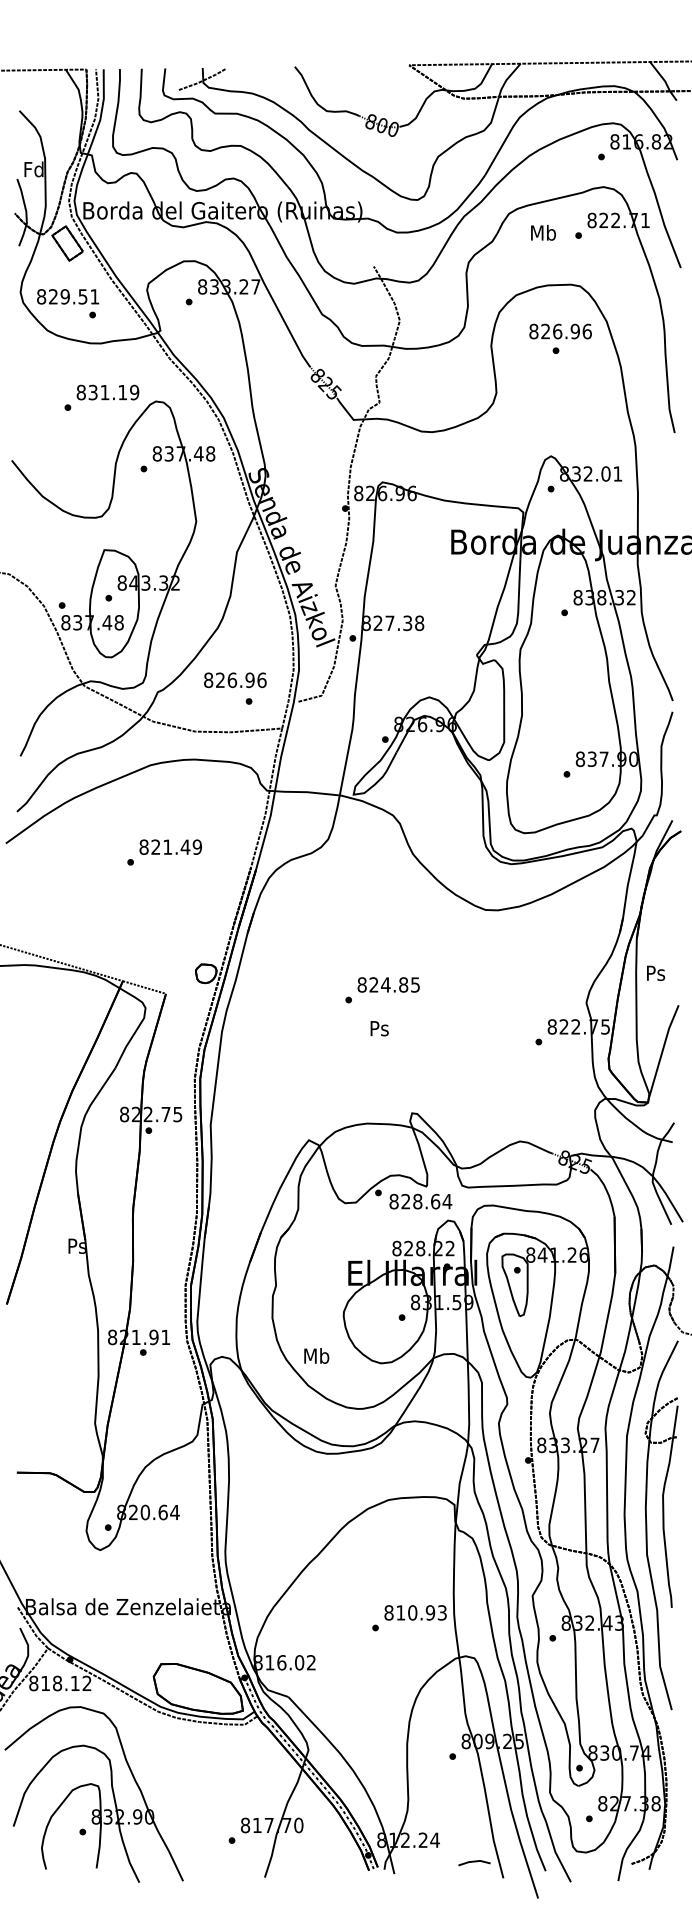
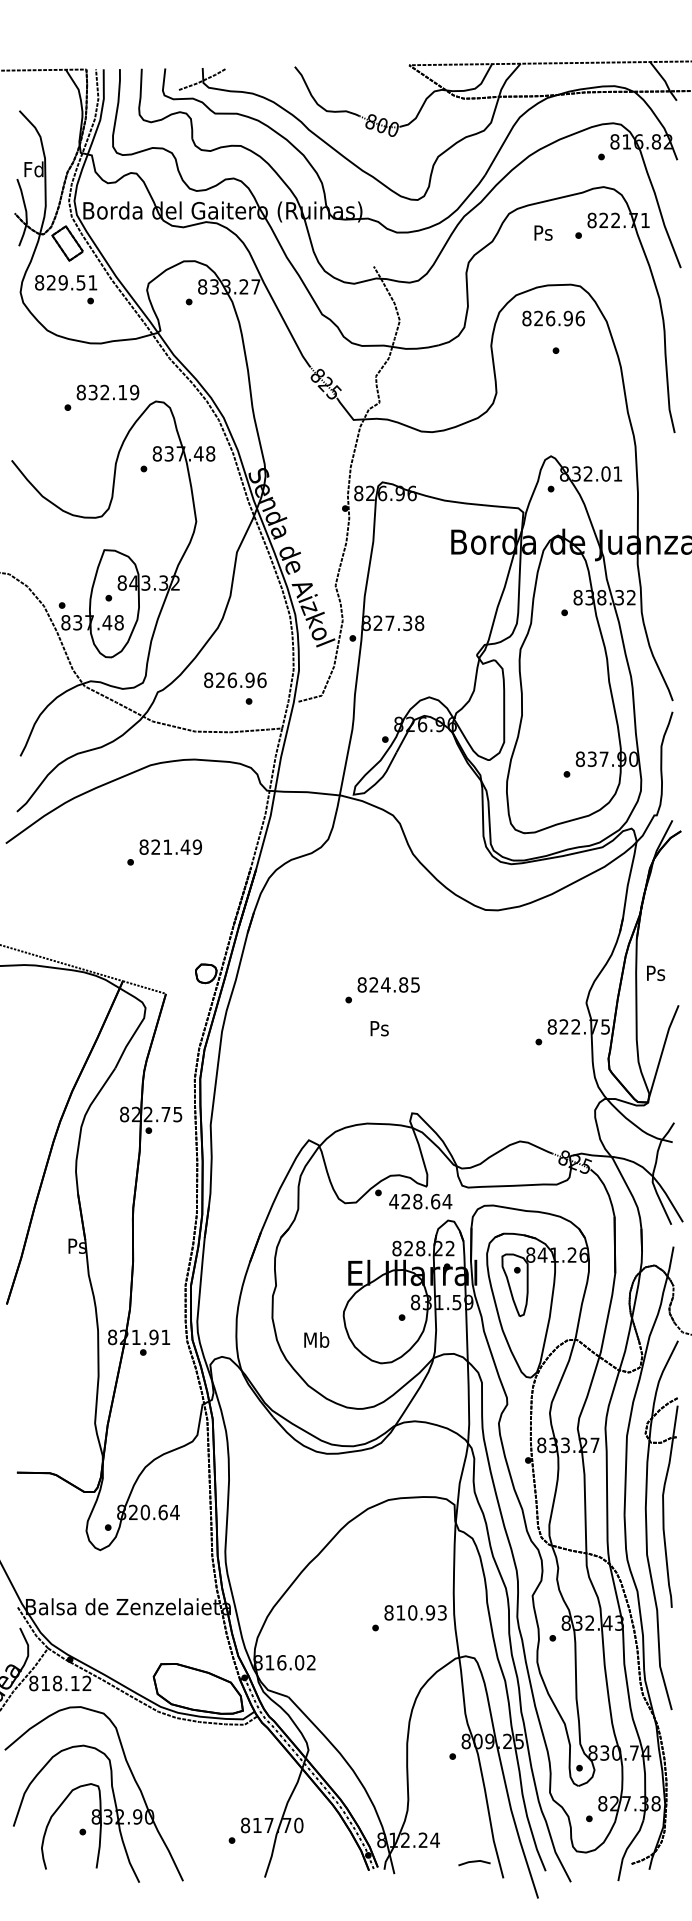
text at (543, 232): Mb -> Ps
text at (68, 303) position: (68, 303) -> (66, 289)
text at (560, 331) position: (560, 331) -> (553, 318)
text at (104, 391): 831.19 -> 832.19
text at (393, 1201): 828.64 -> 428.64
text at (316, 1355) position: (316, 1355) -> (316, 1339)
